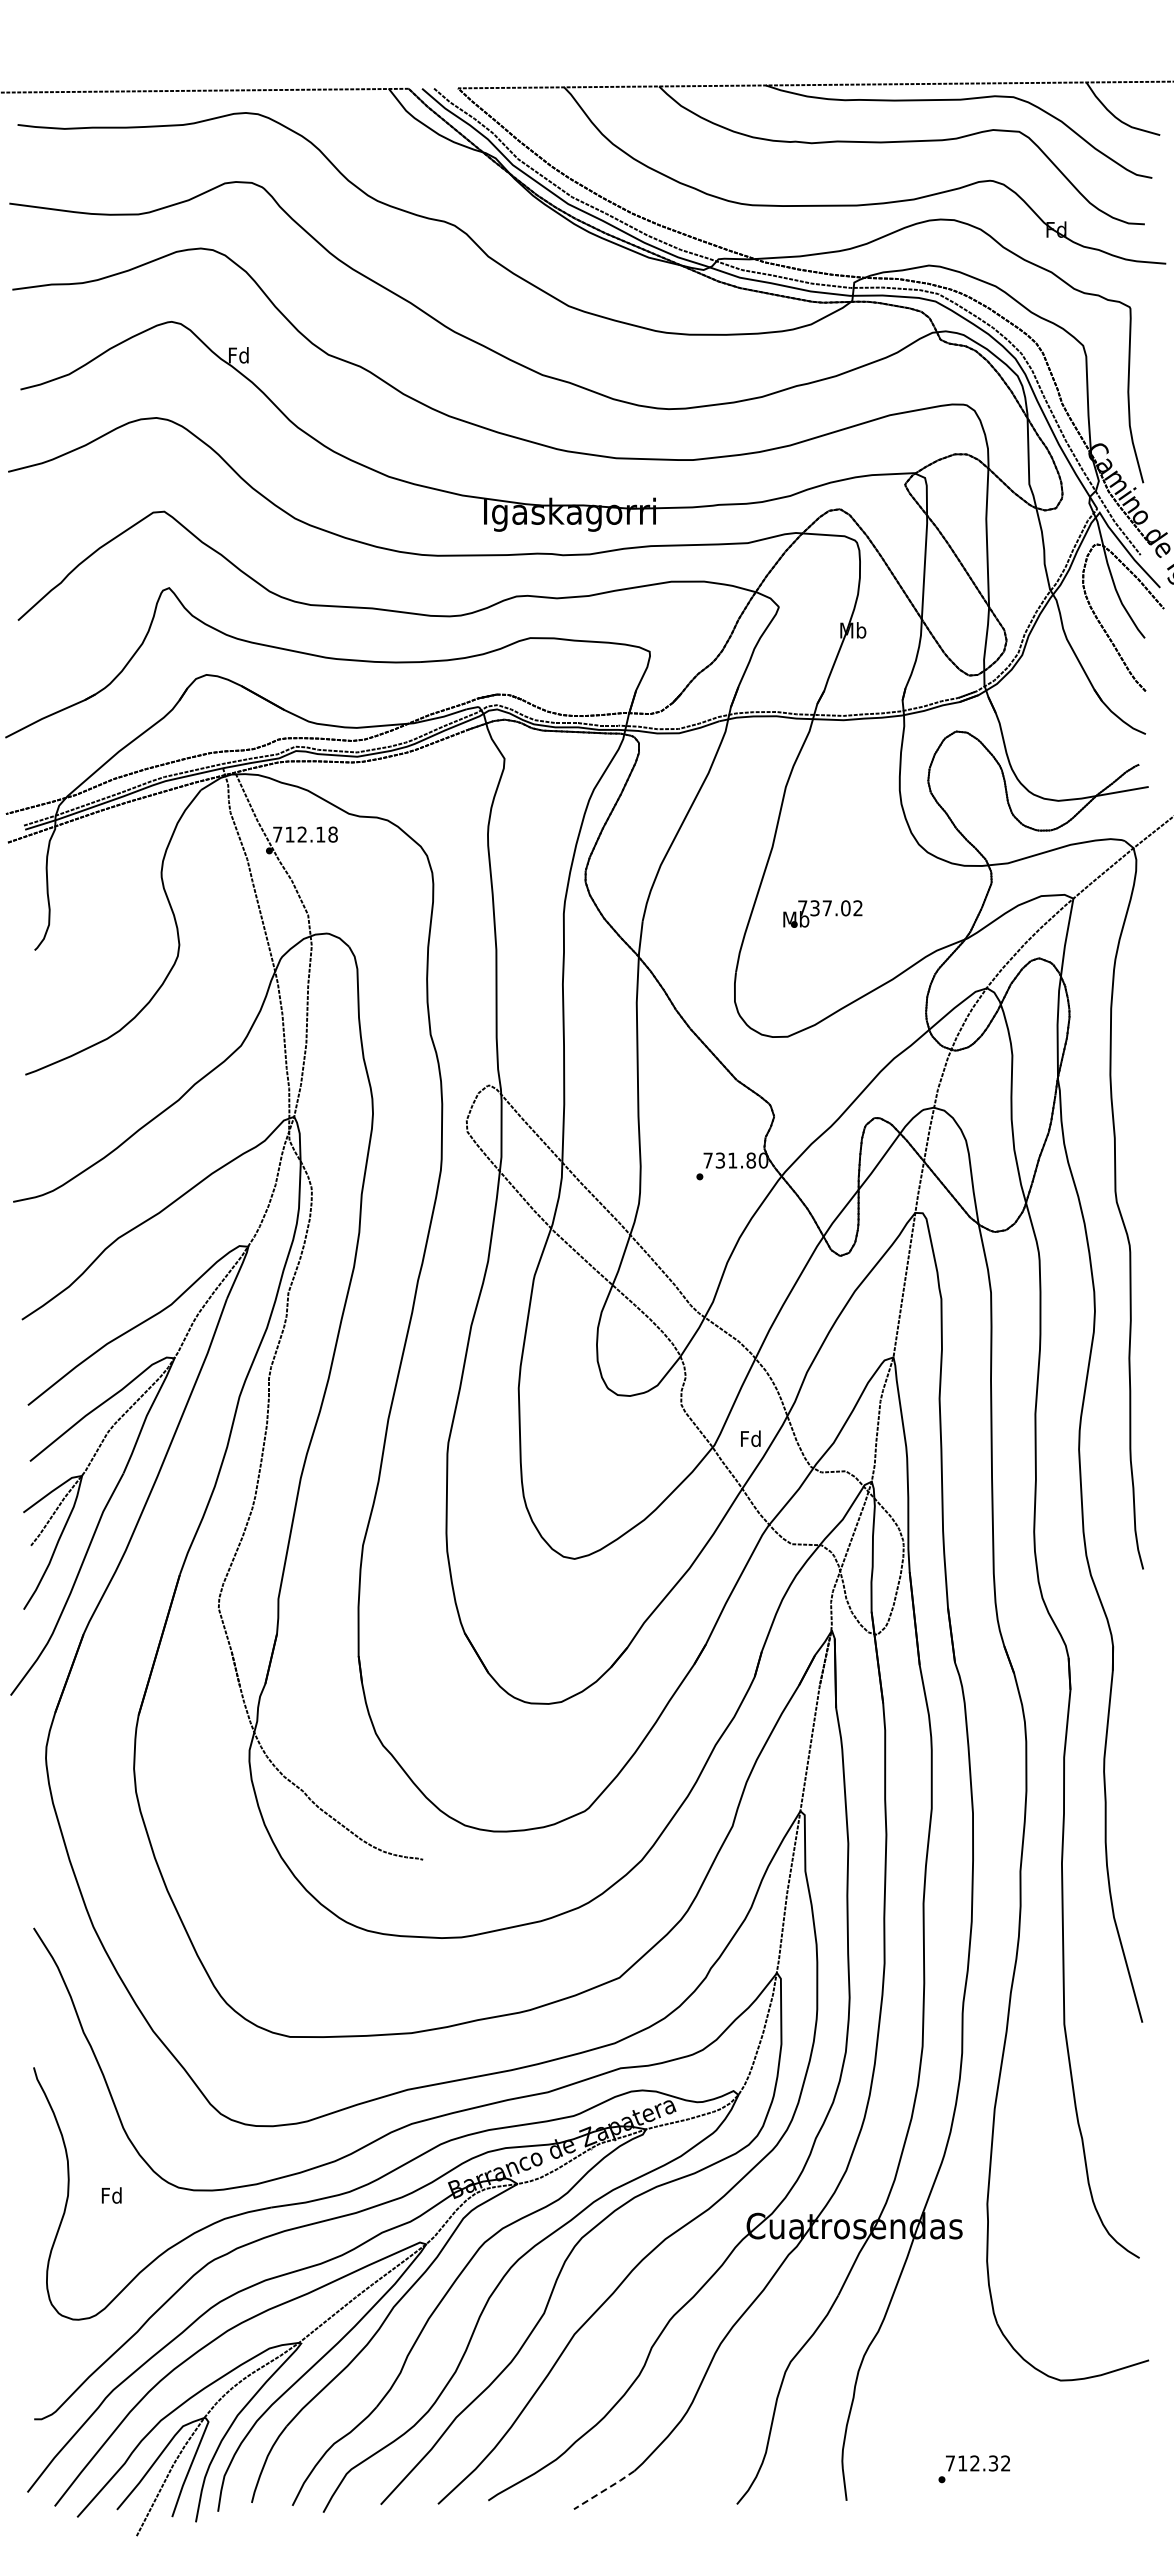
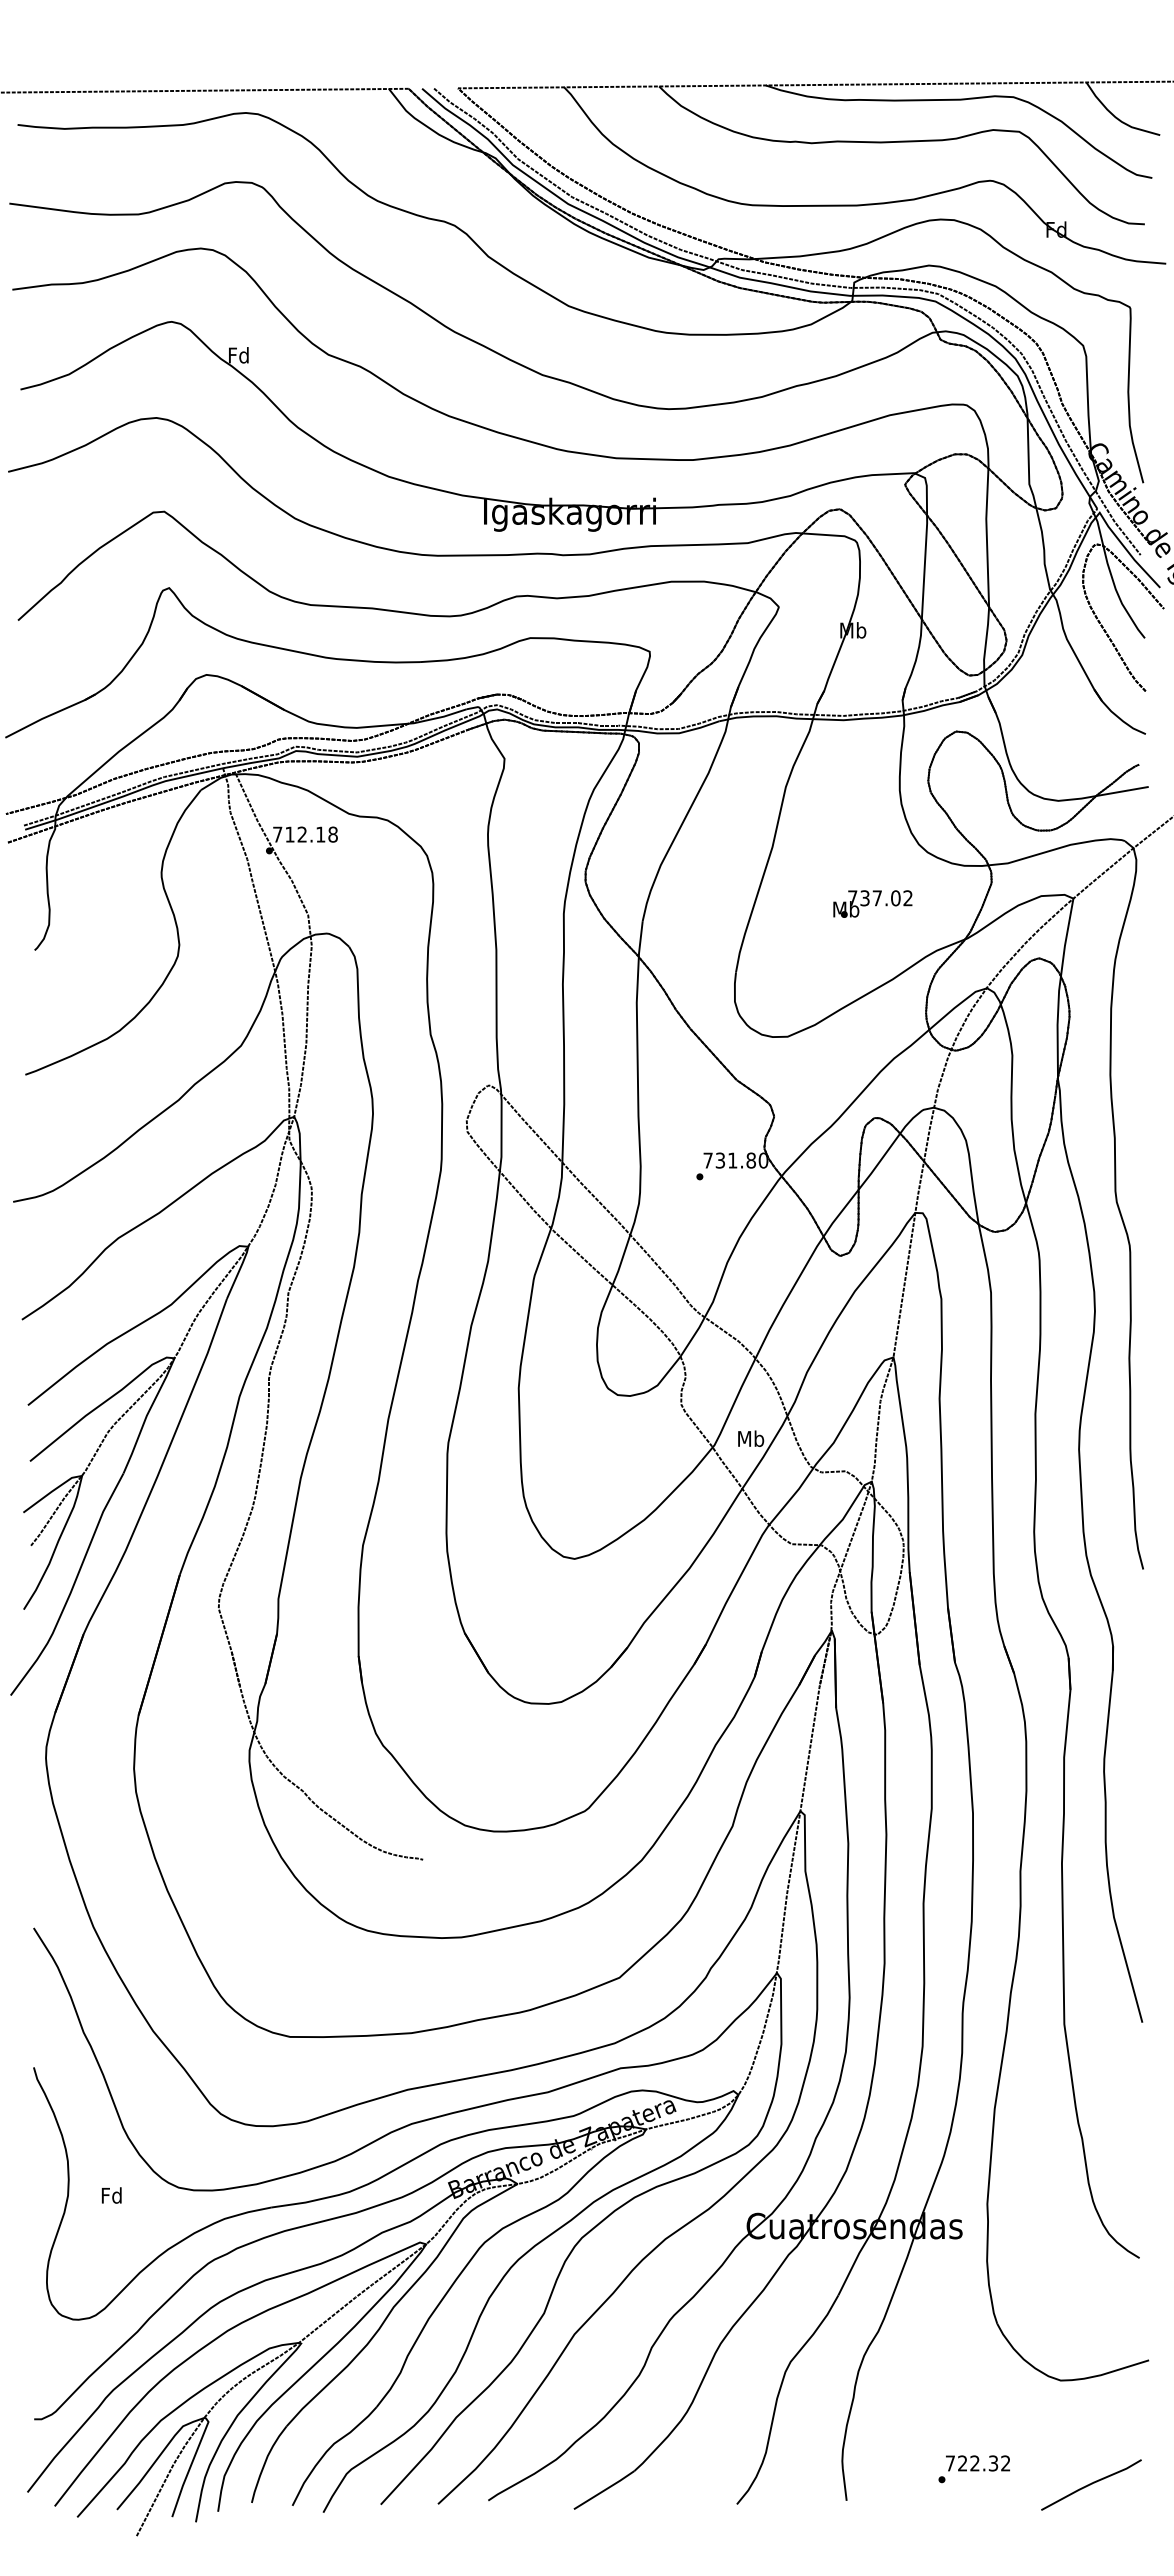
text at (822, 913) position: (822, 913) -> (872, 903)
text at (751, 1438): Fd -> Mb
text at (962, 2463): 712.32 -> 722.32
line at (1091, 2484): none -> present
line at (605, 2490): dashed -> solid
